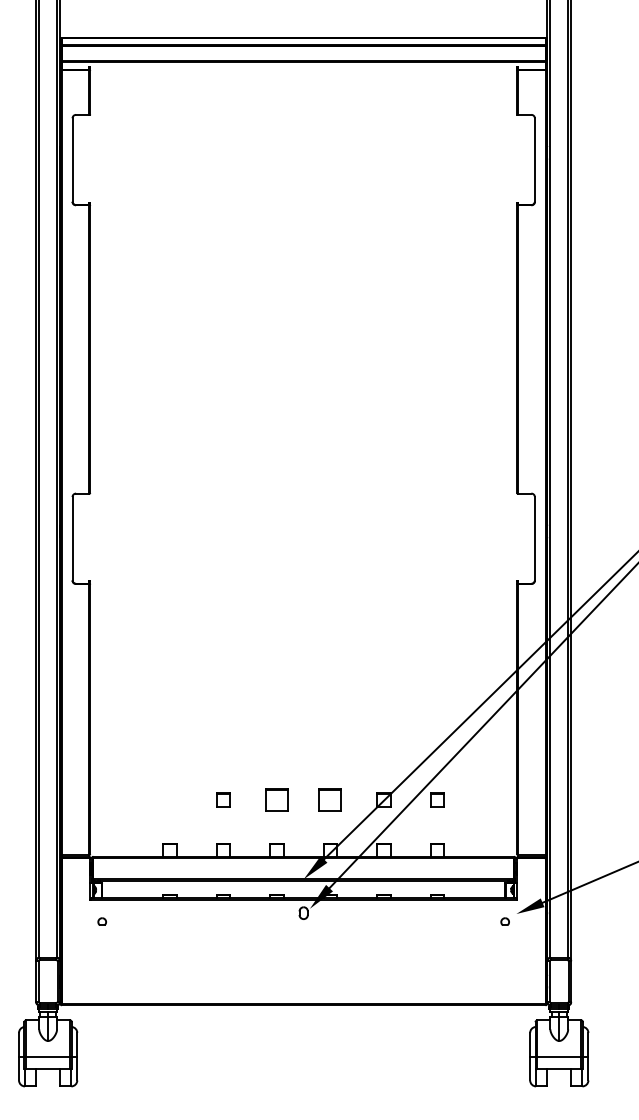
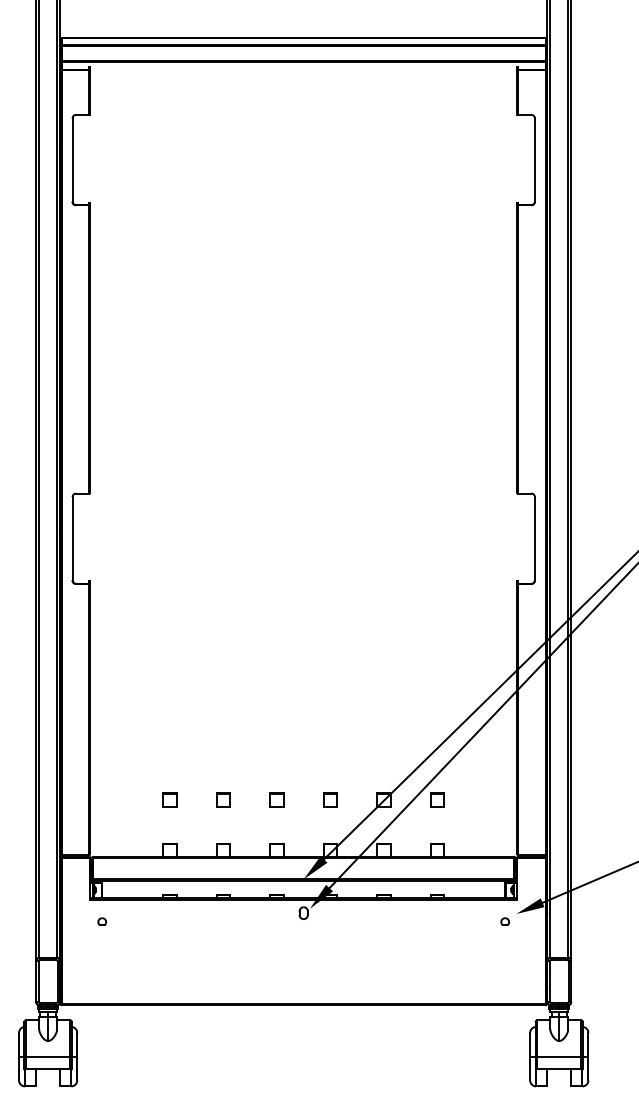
part at (169, 799): none -> present
part at (276, 799) size: 24x24 px -> 16x16 px
part at (329, 799) size: 24x24 px -> 15x16 px
